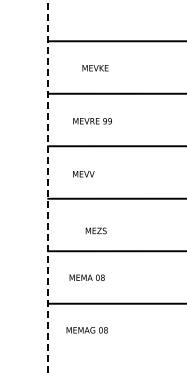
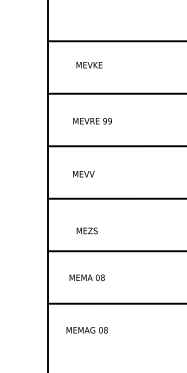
text at (95, 68) position: (95, 68) -> (89, 65)
line at (47, 186): dashed -> solid
text at (95, 230) position: (95, 230) -> (86, 230)
